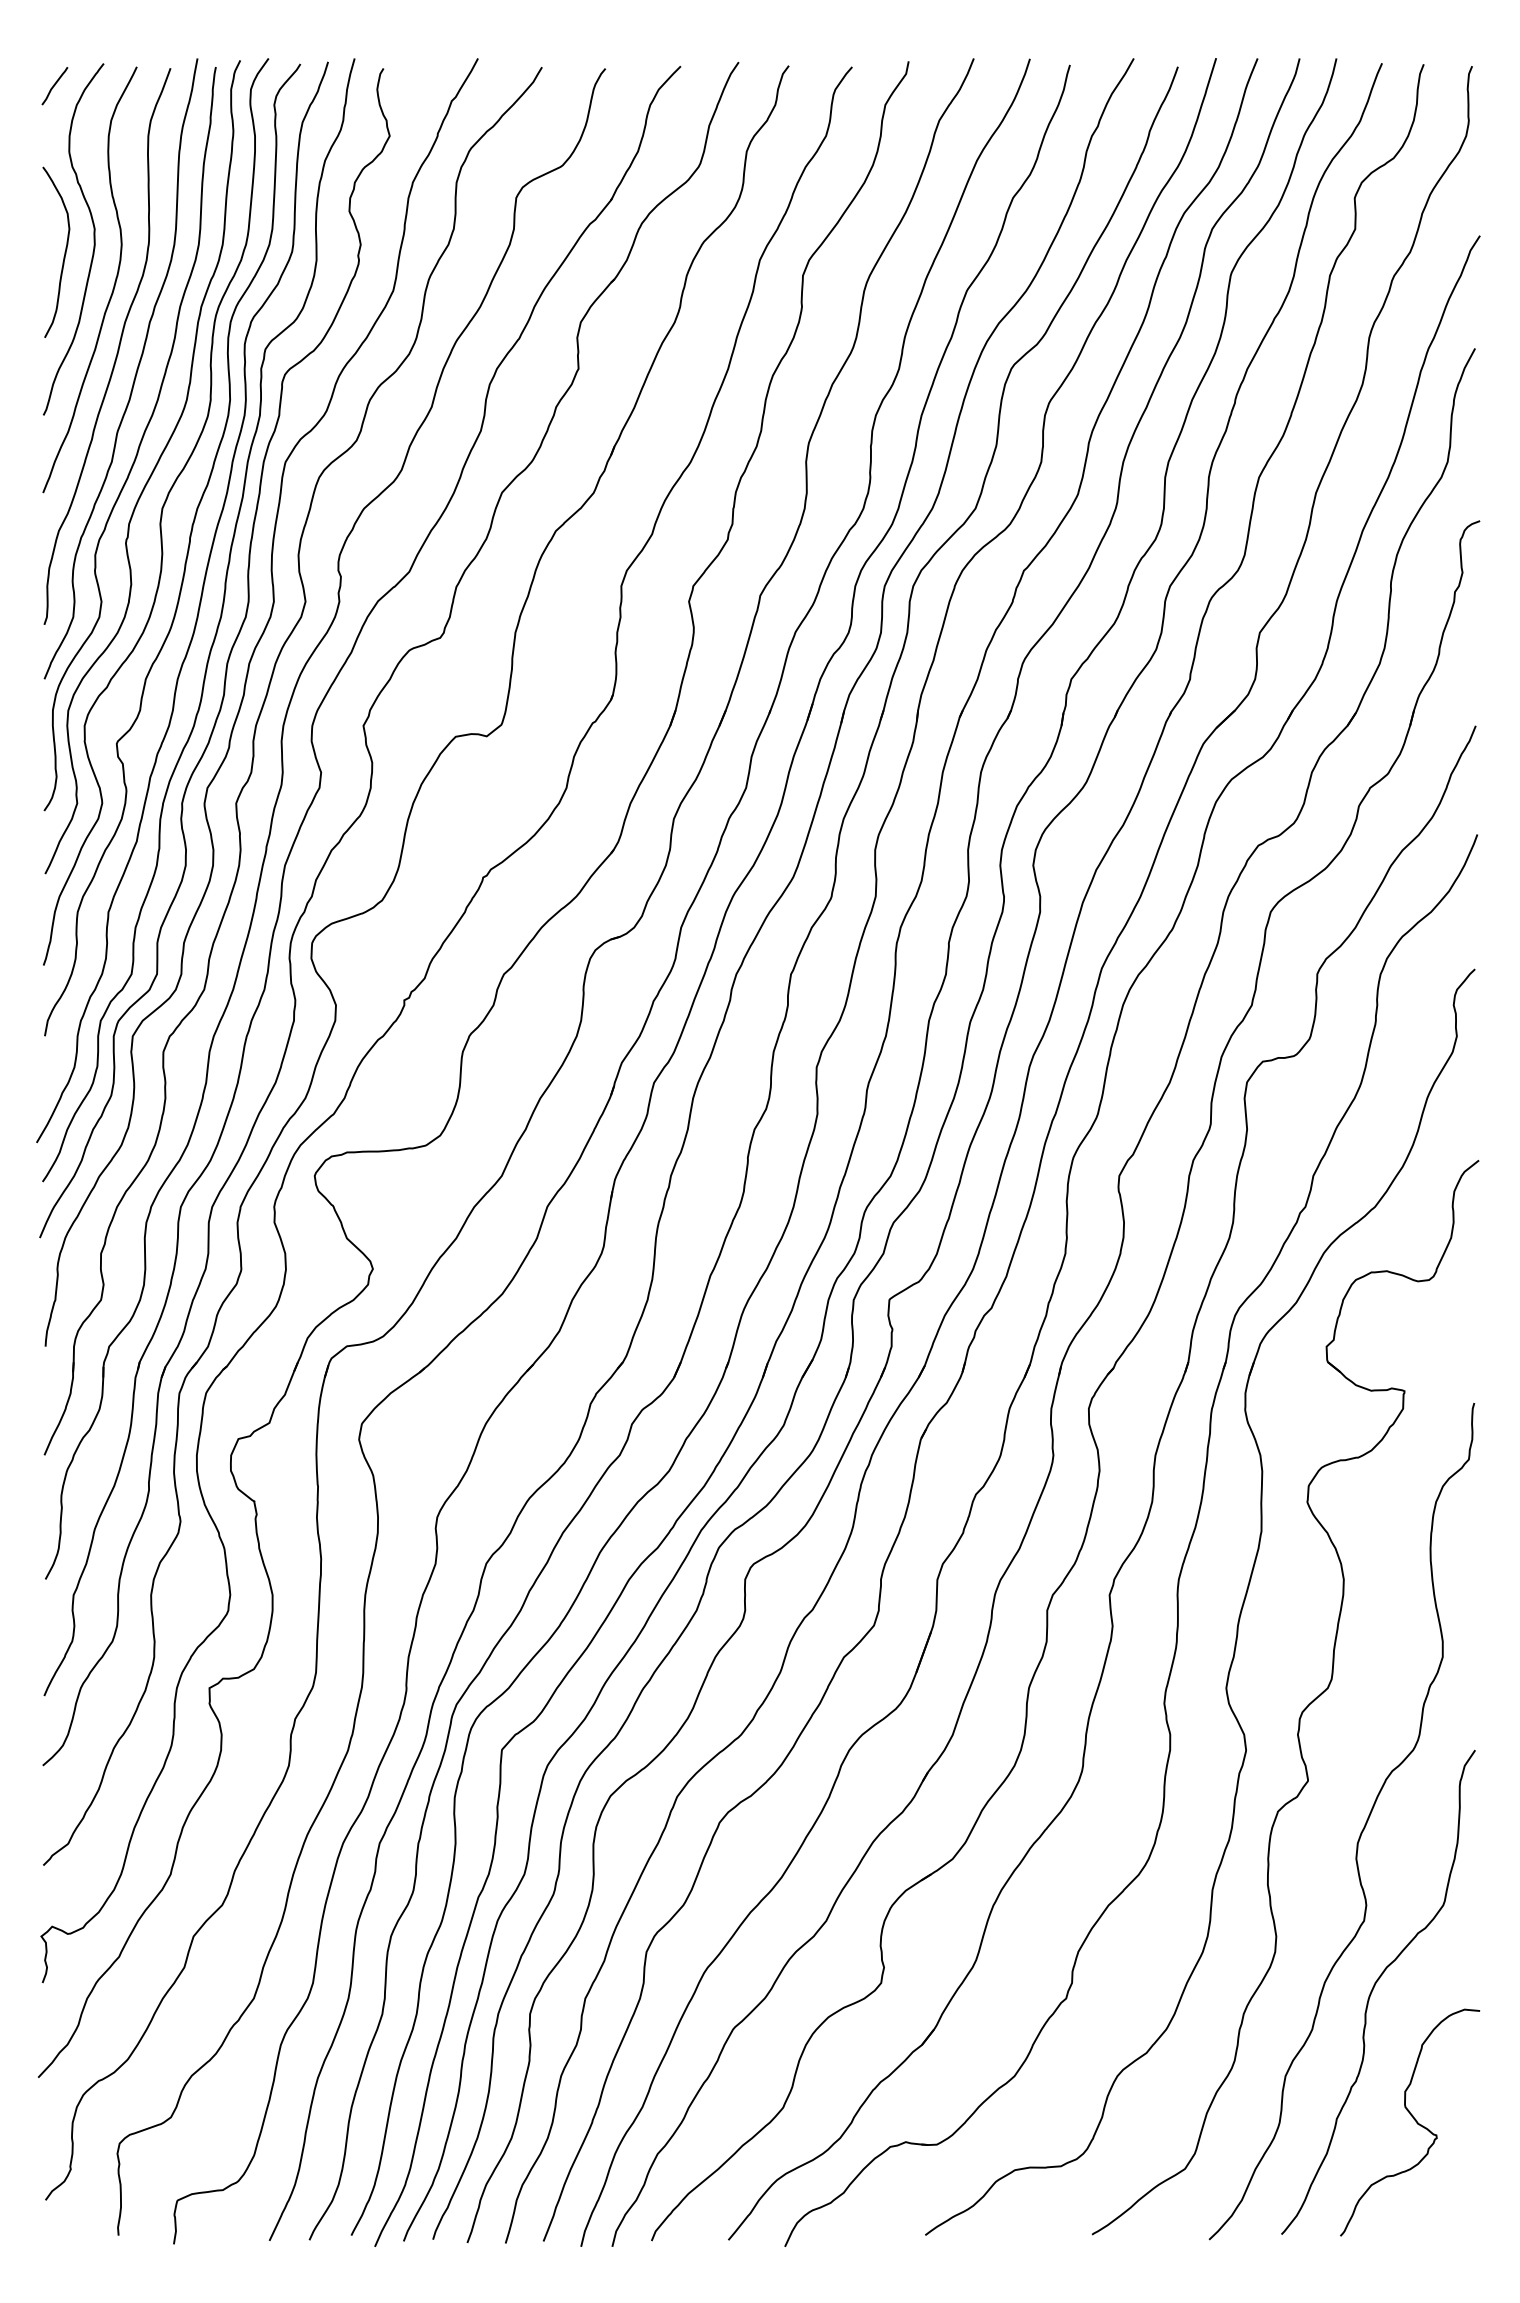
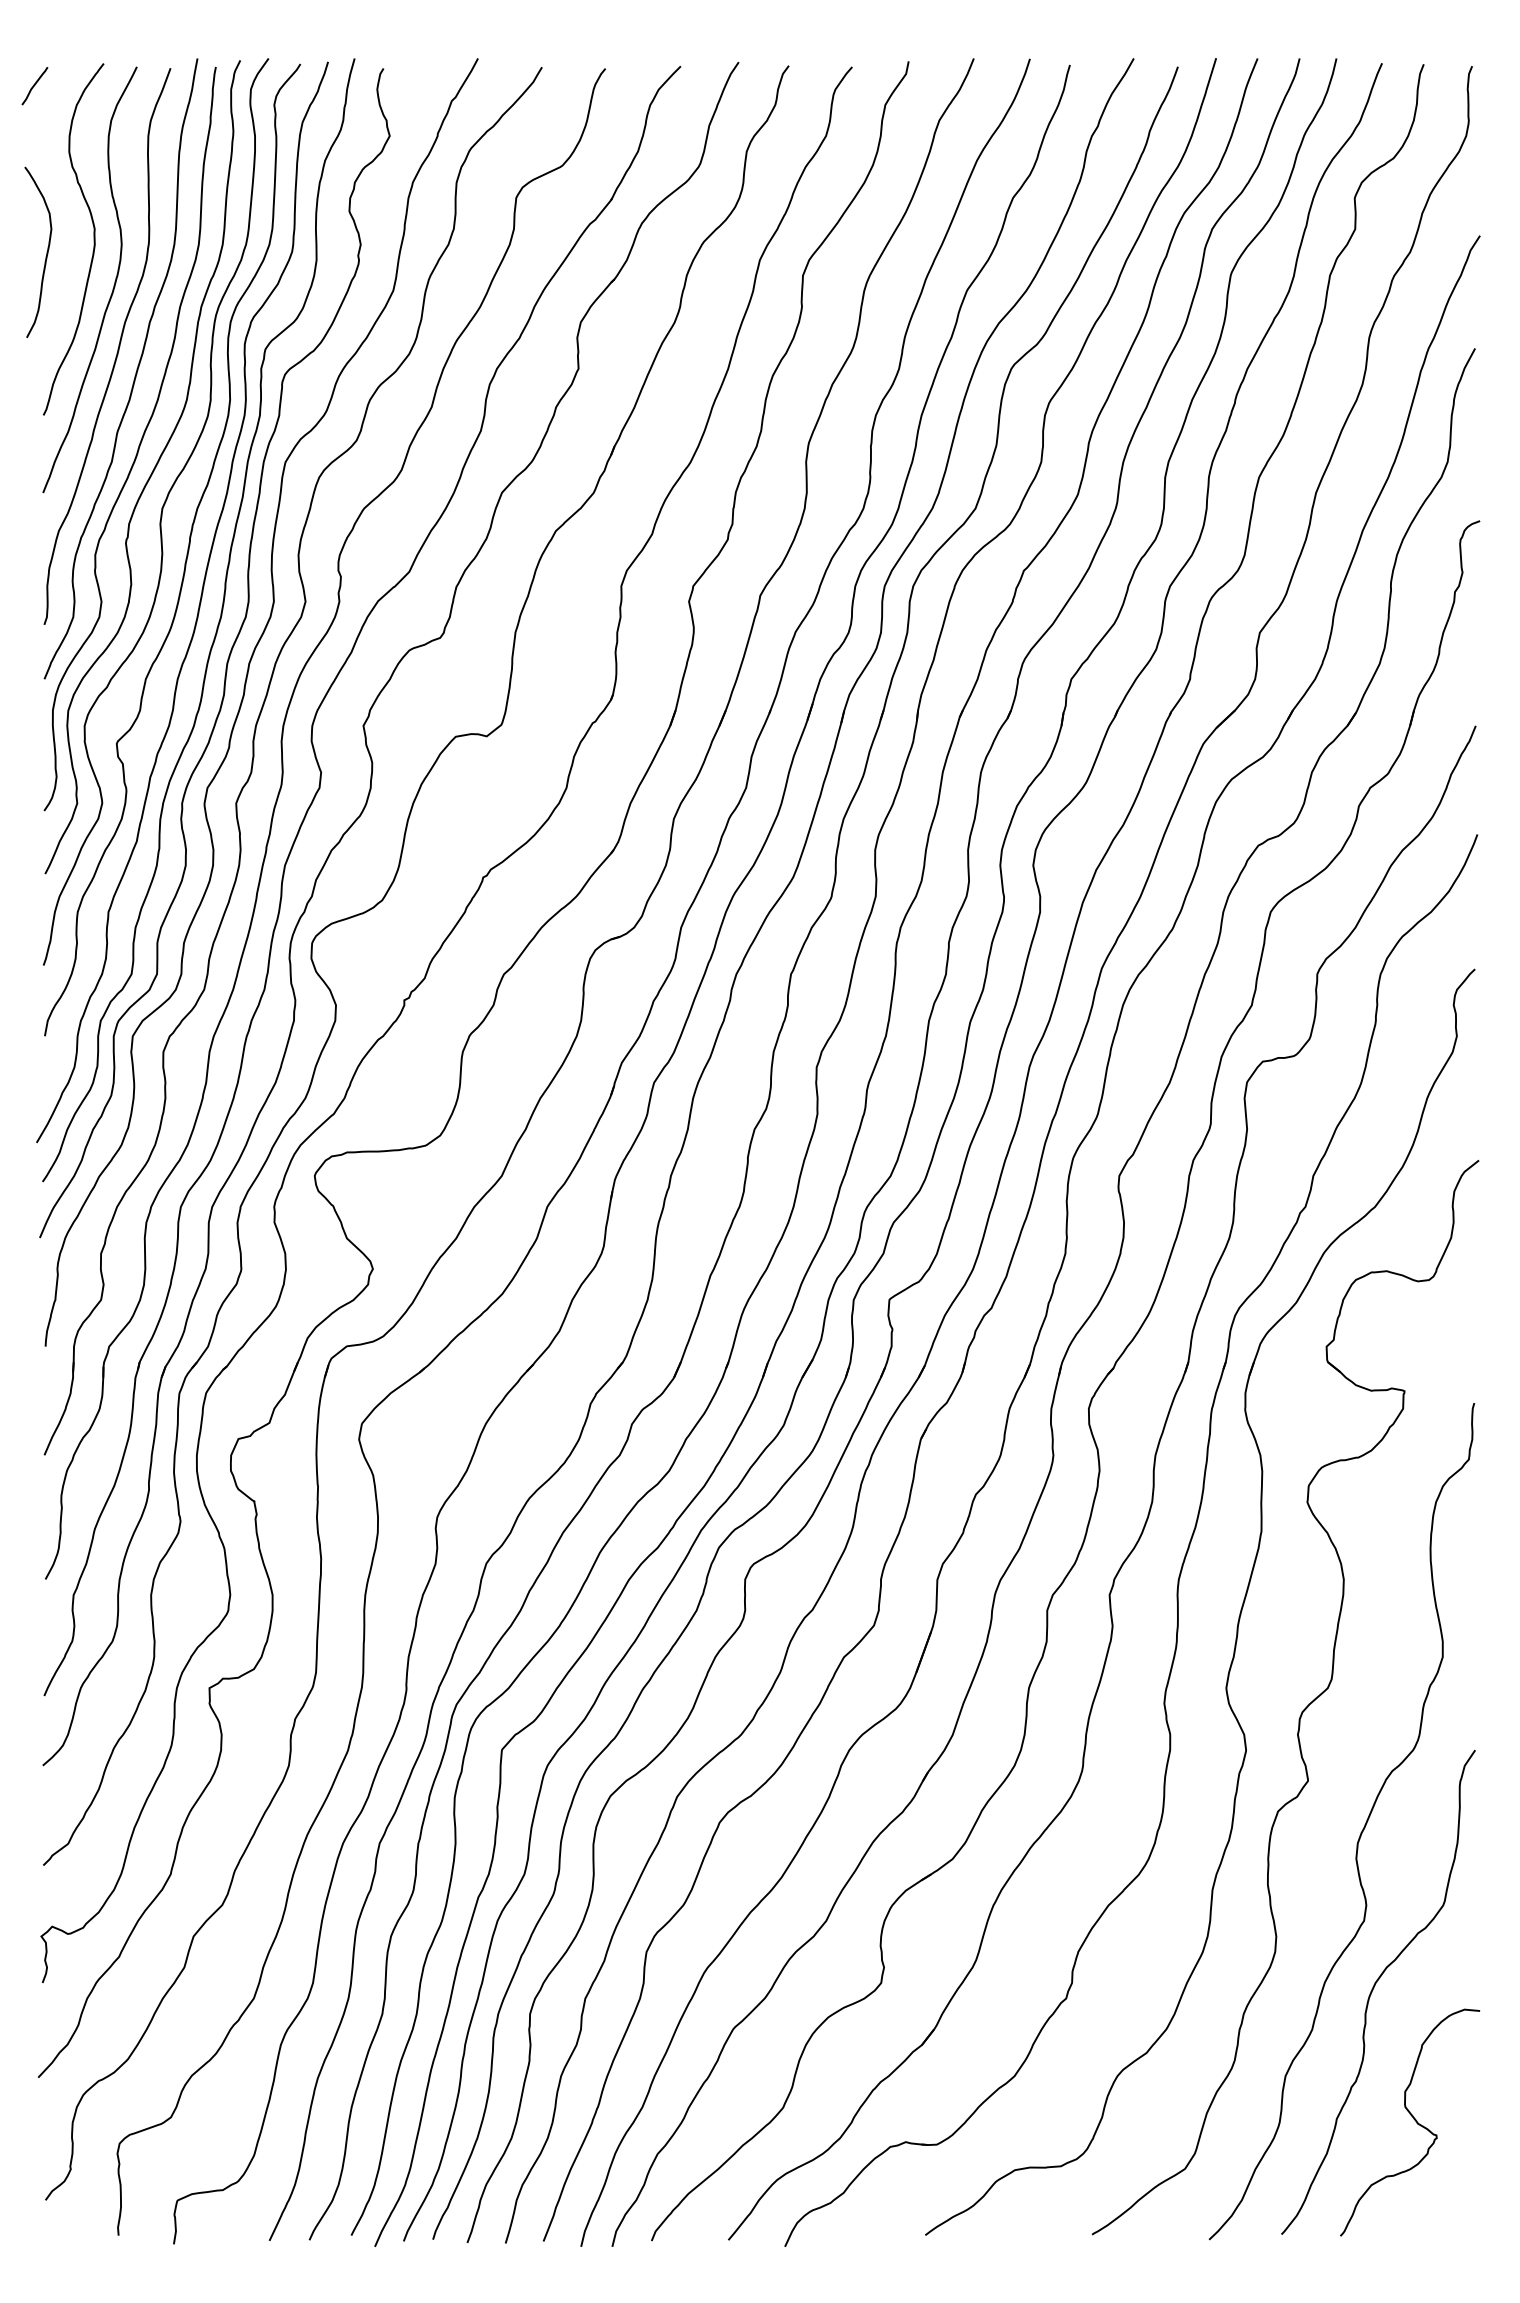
curve at (54, 86) position: (54, 86) -> (34, 86)
curve at (64, 251) position: (64, 251) -> (46, 251)
